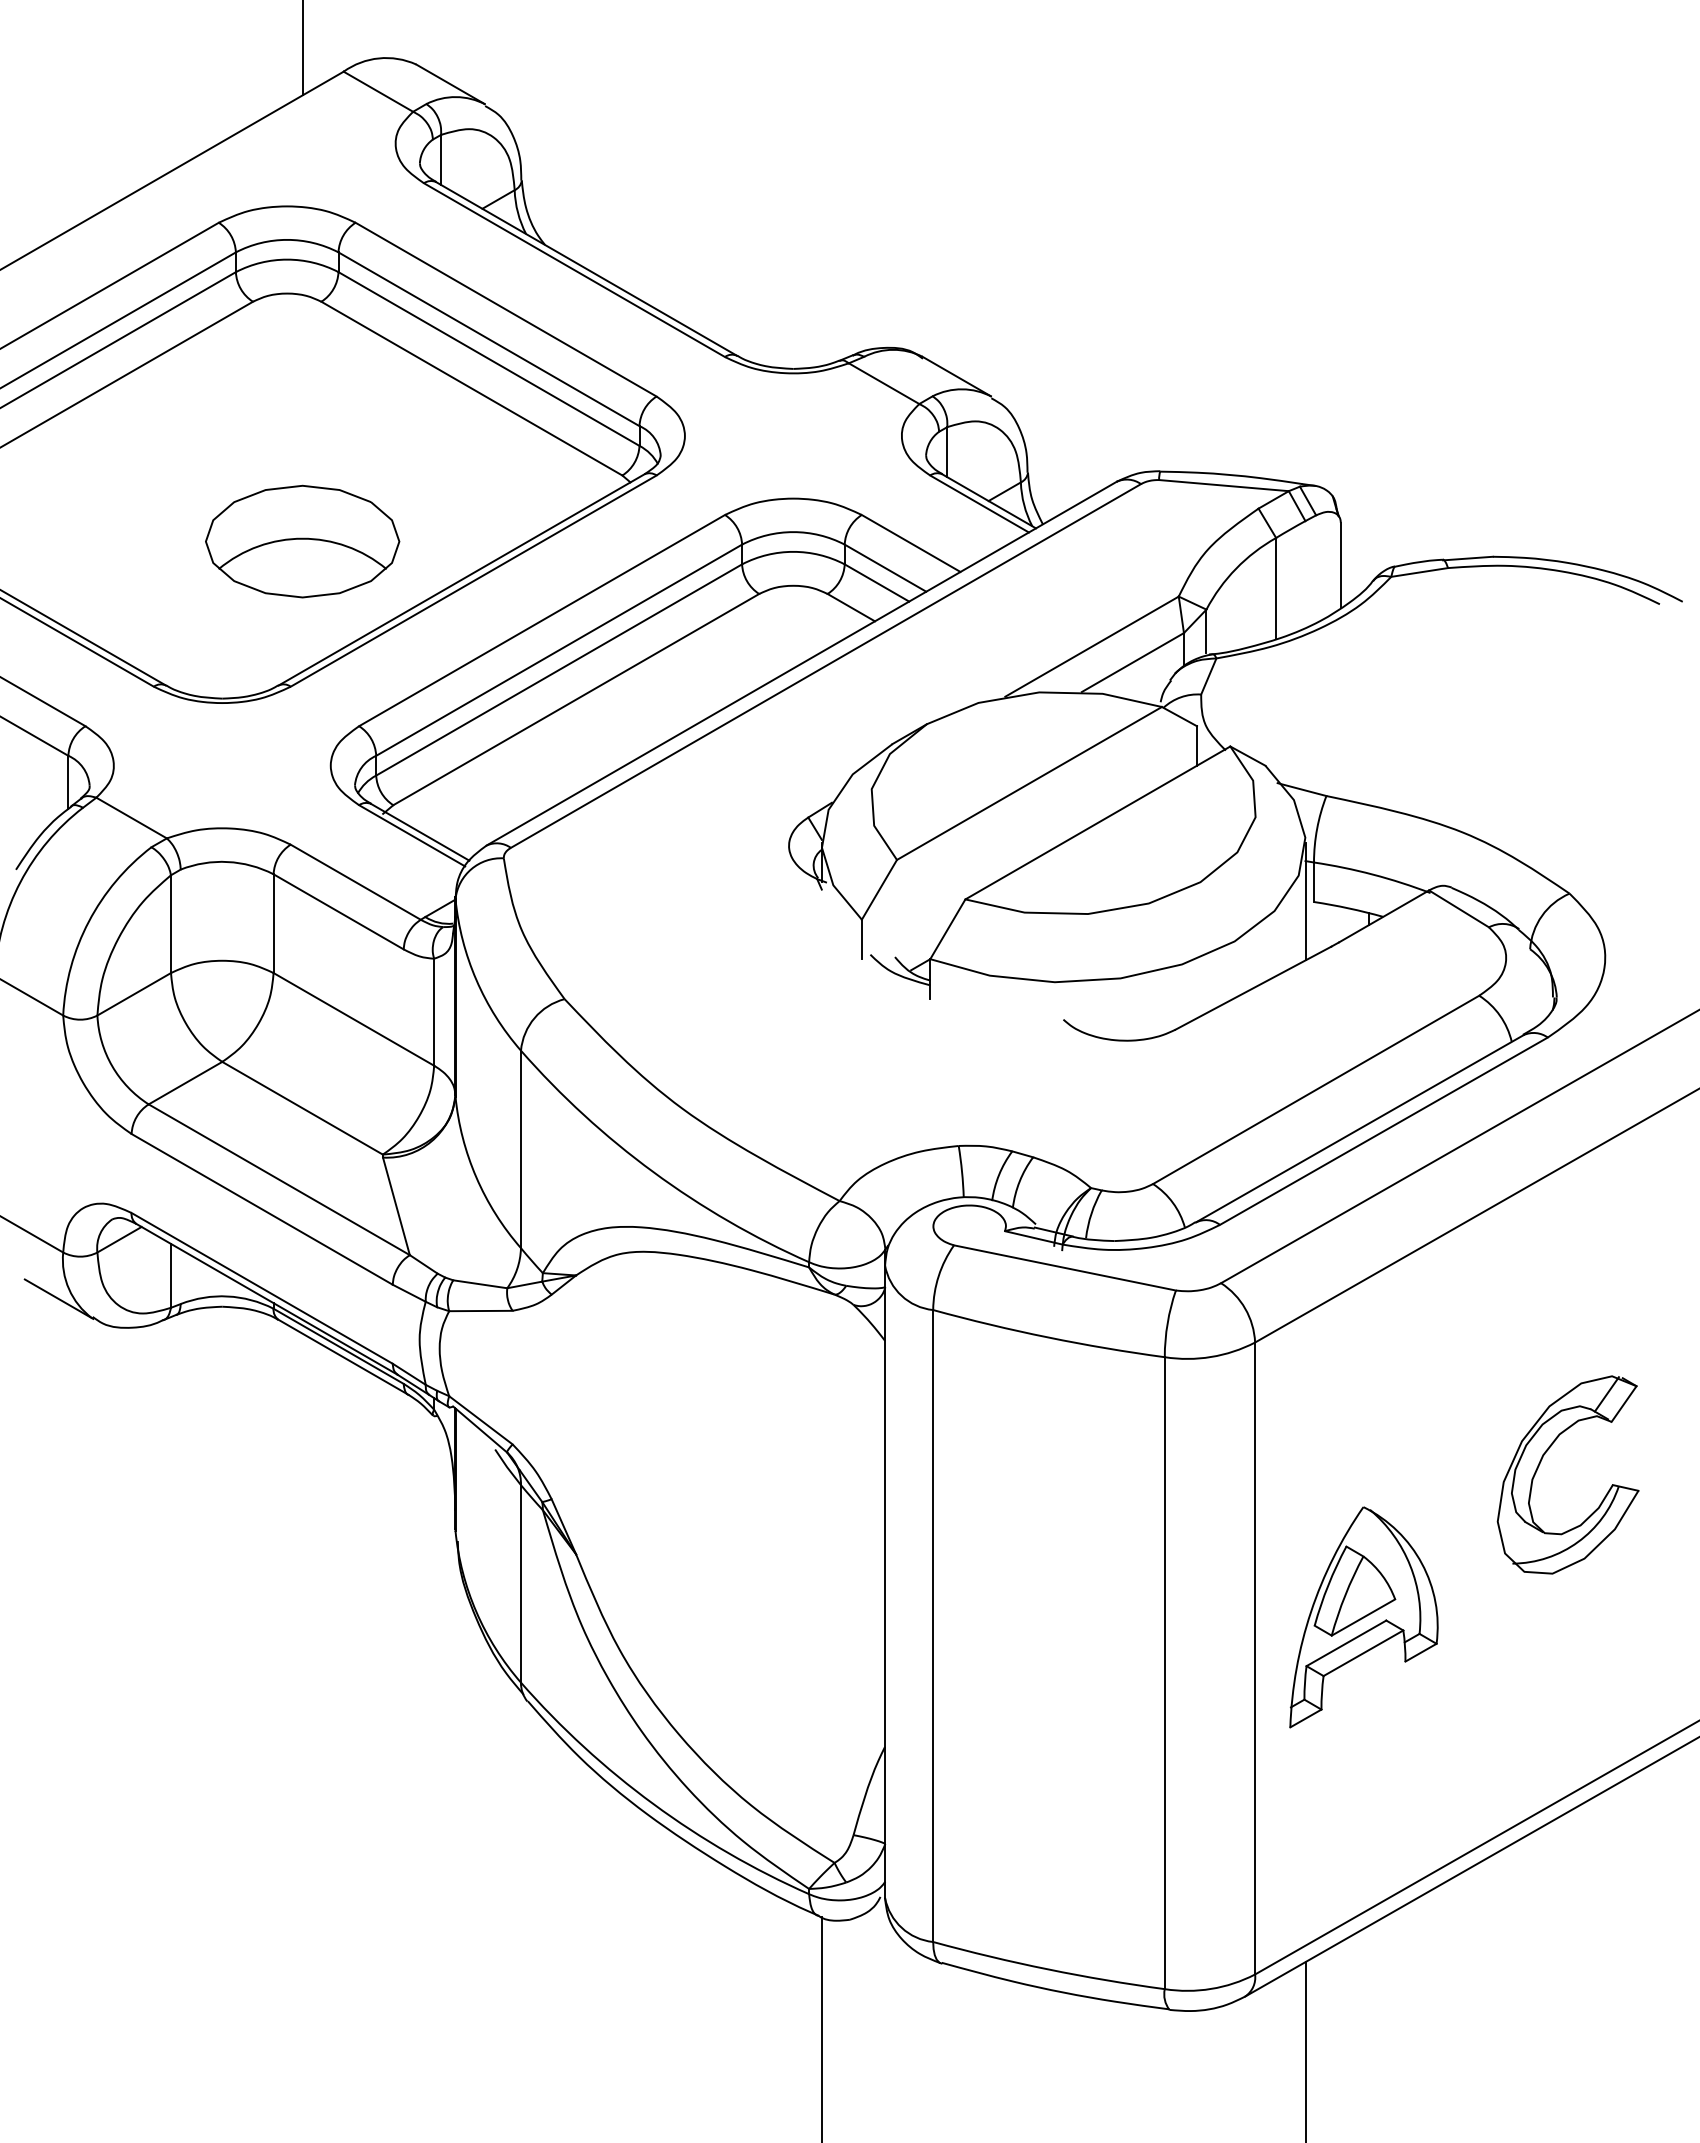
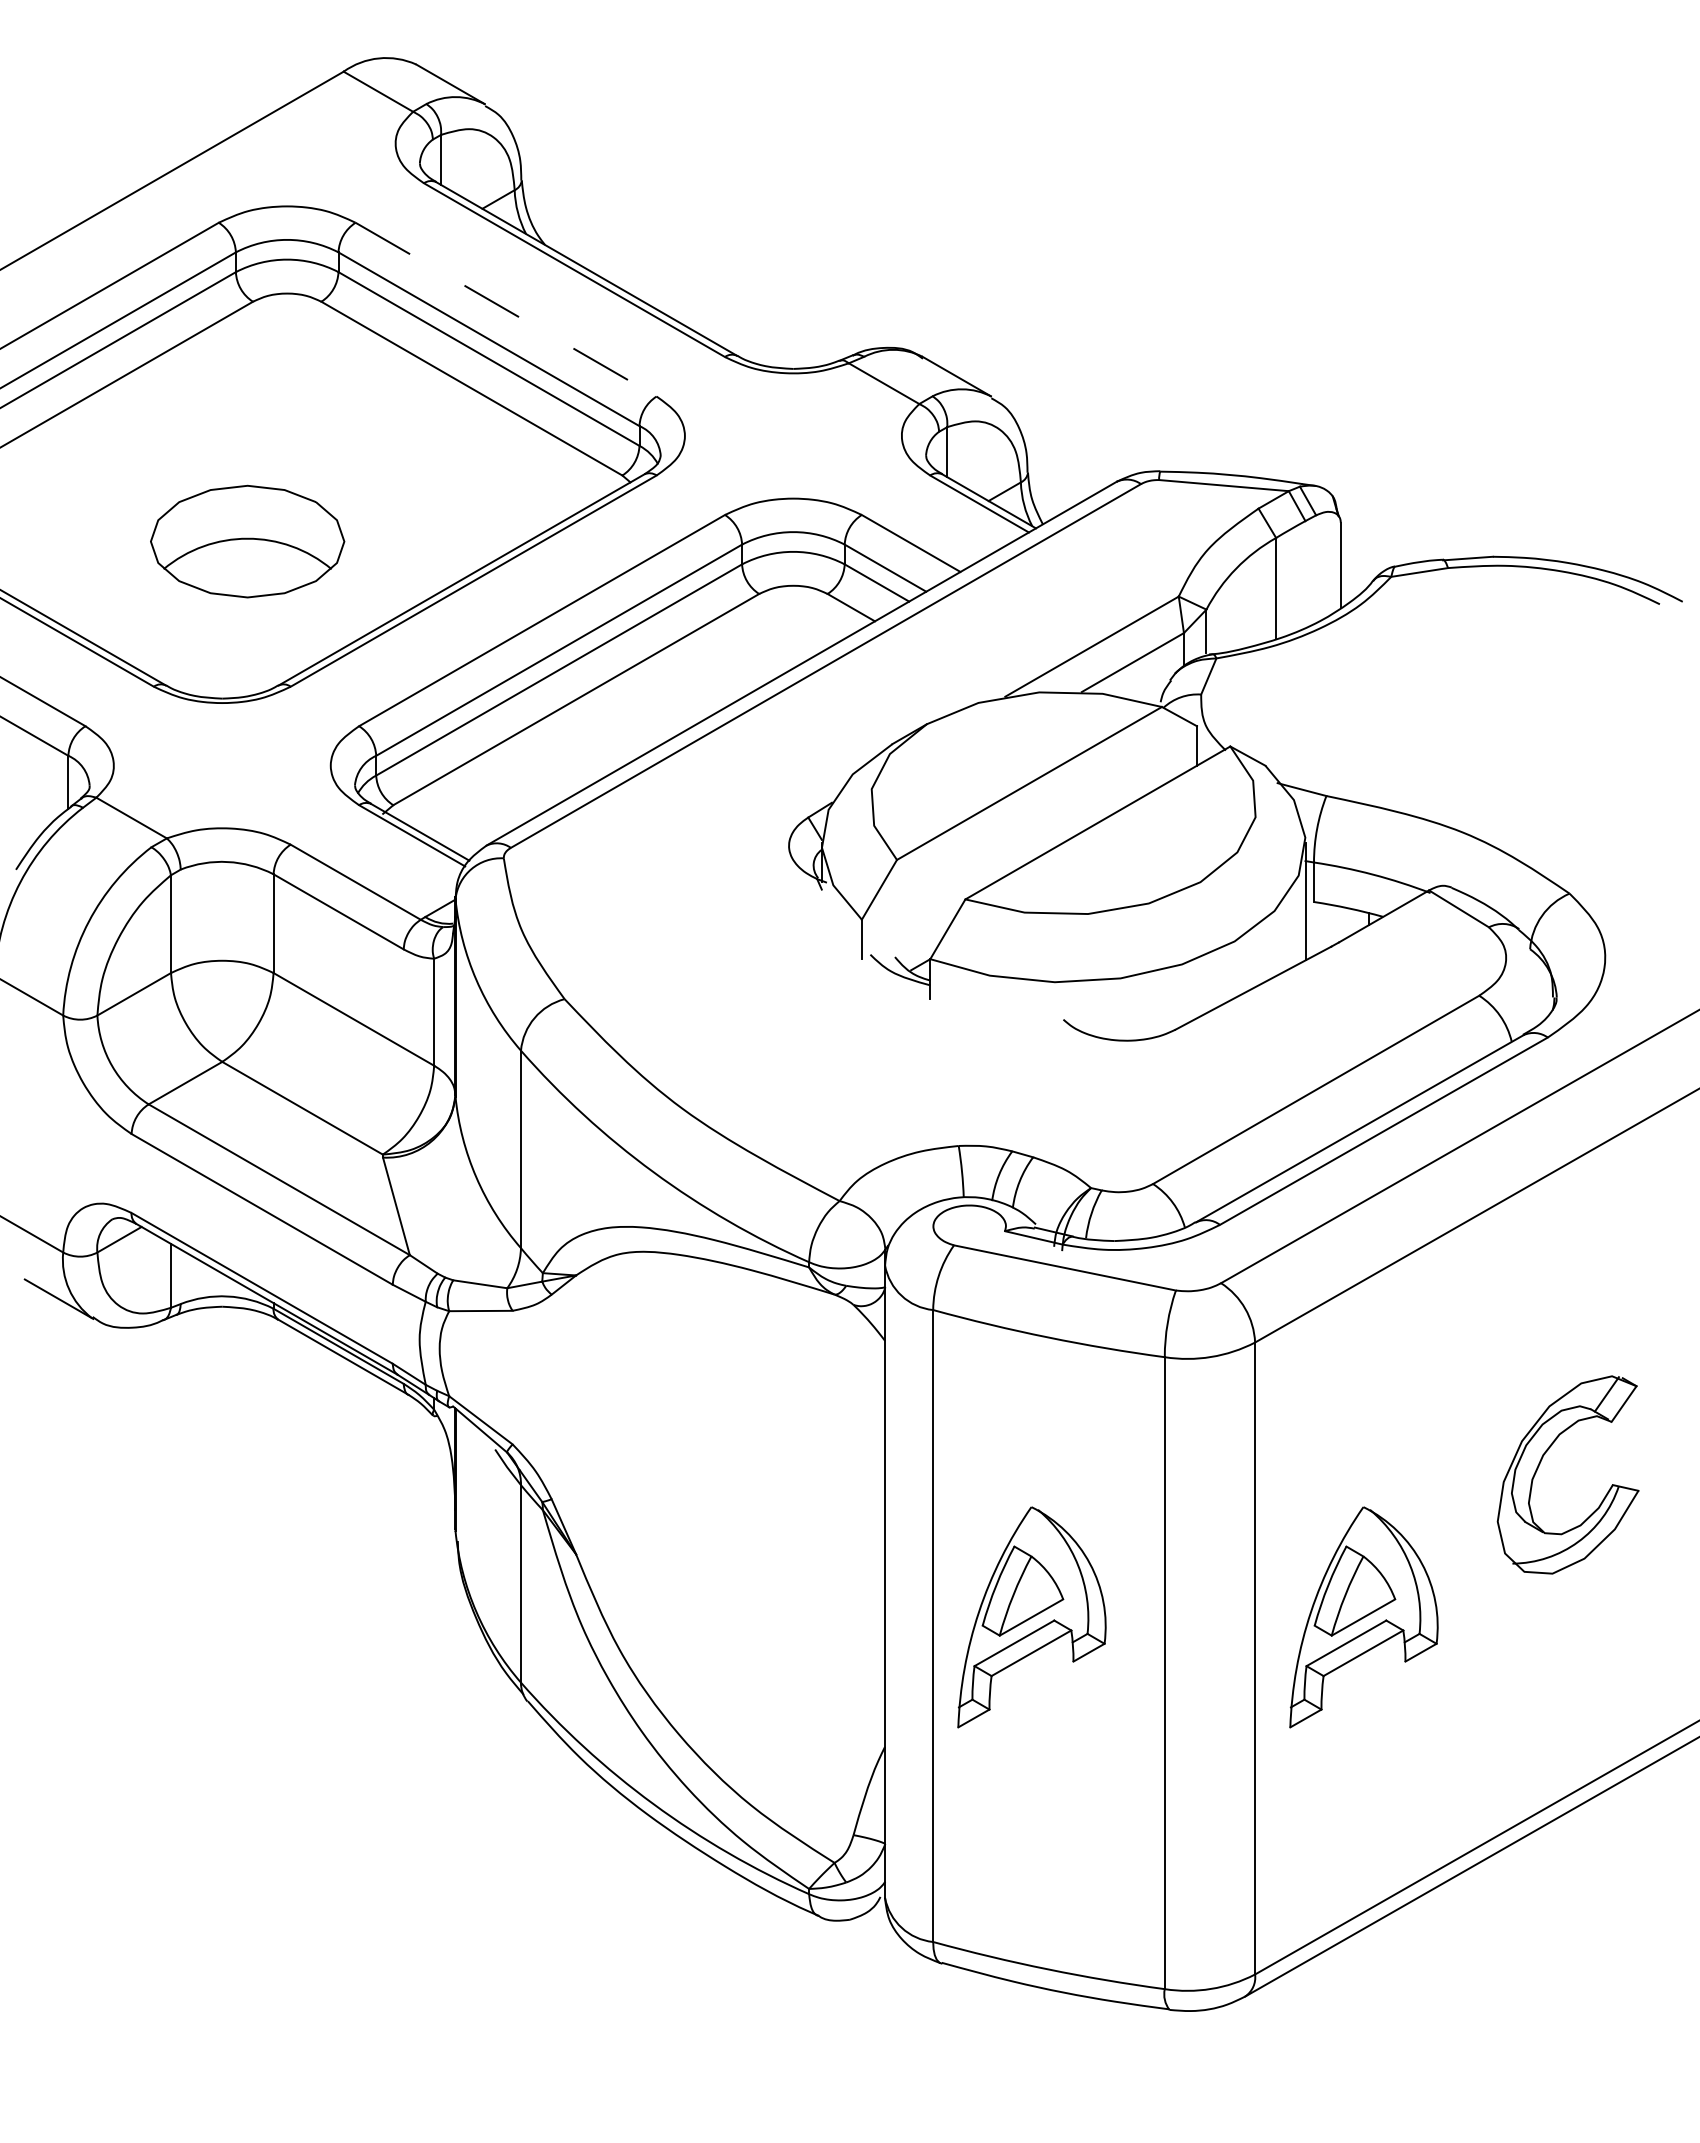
line at (302, 48): present -> none
line at (506, 309): solid -> dashed
part at (302, 541) position: (302, 541) -> (247, 541)
part at (1031, 1617): none -> present
line at (821, 2028): present -> none
line at (1305, 2050): present -> none
